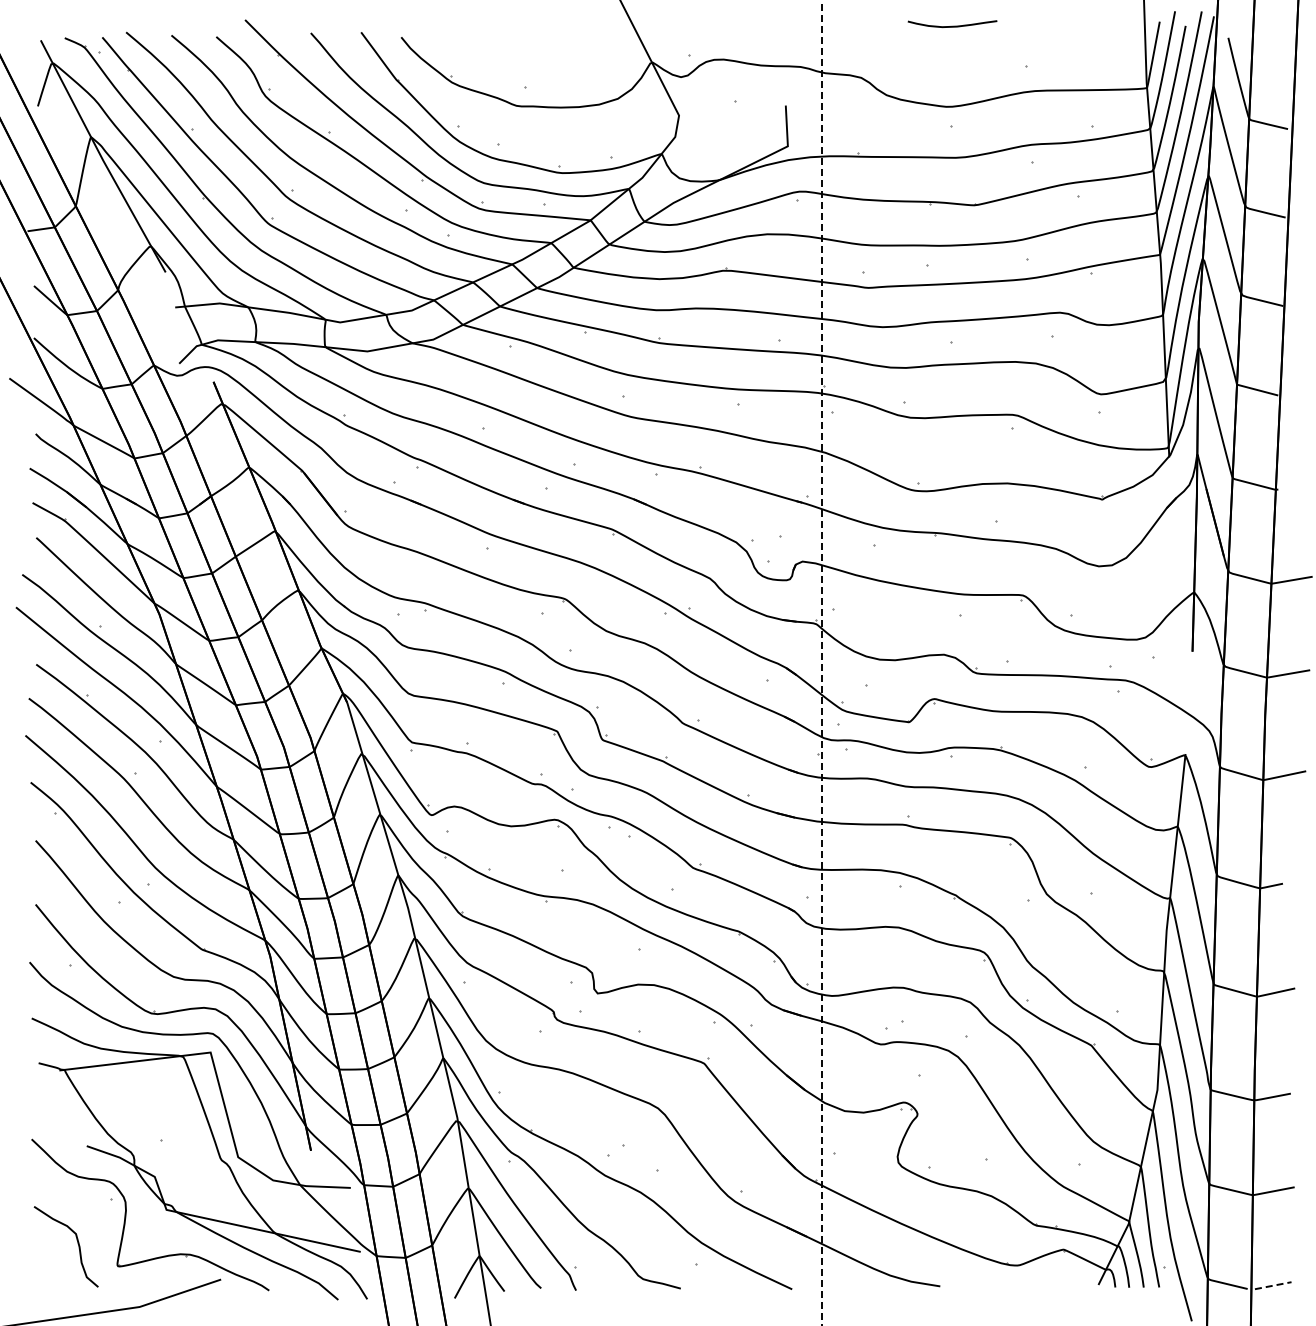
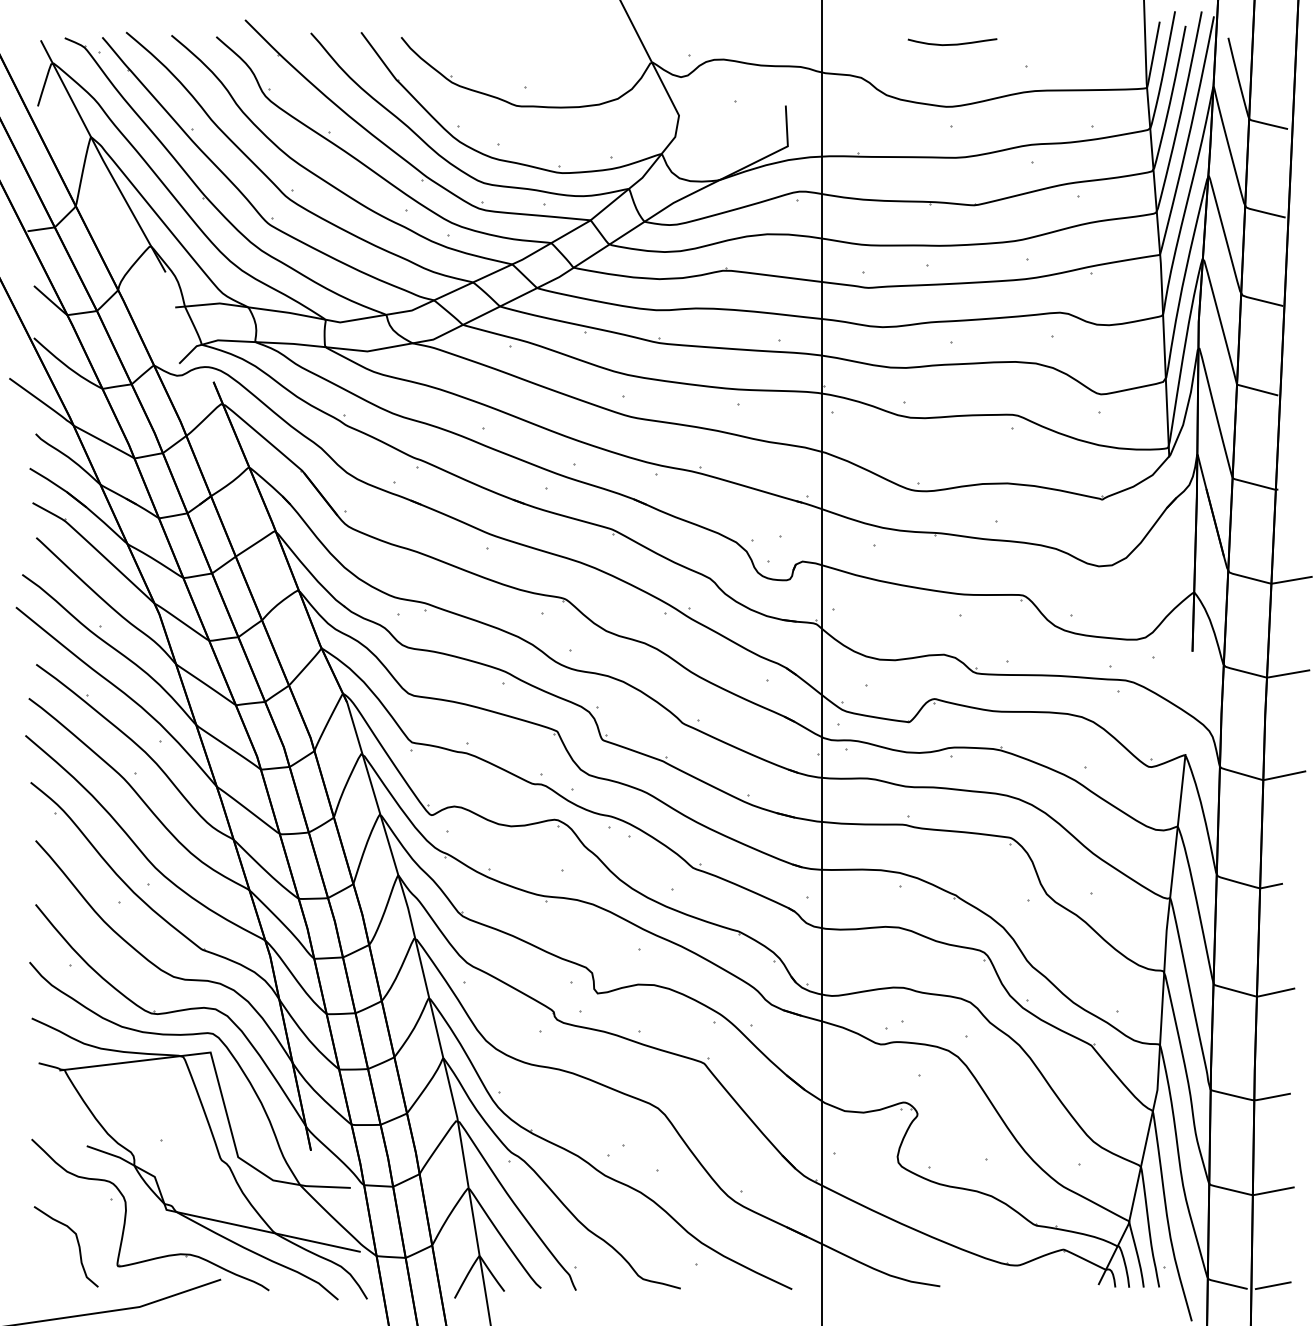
curve at (952, 25) position: (952, 25) -> (952, 43)
line at (822, 662): dashed -> solid
line at (1273, 1285): dashed -> solid
